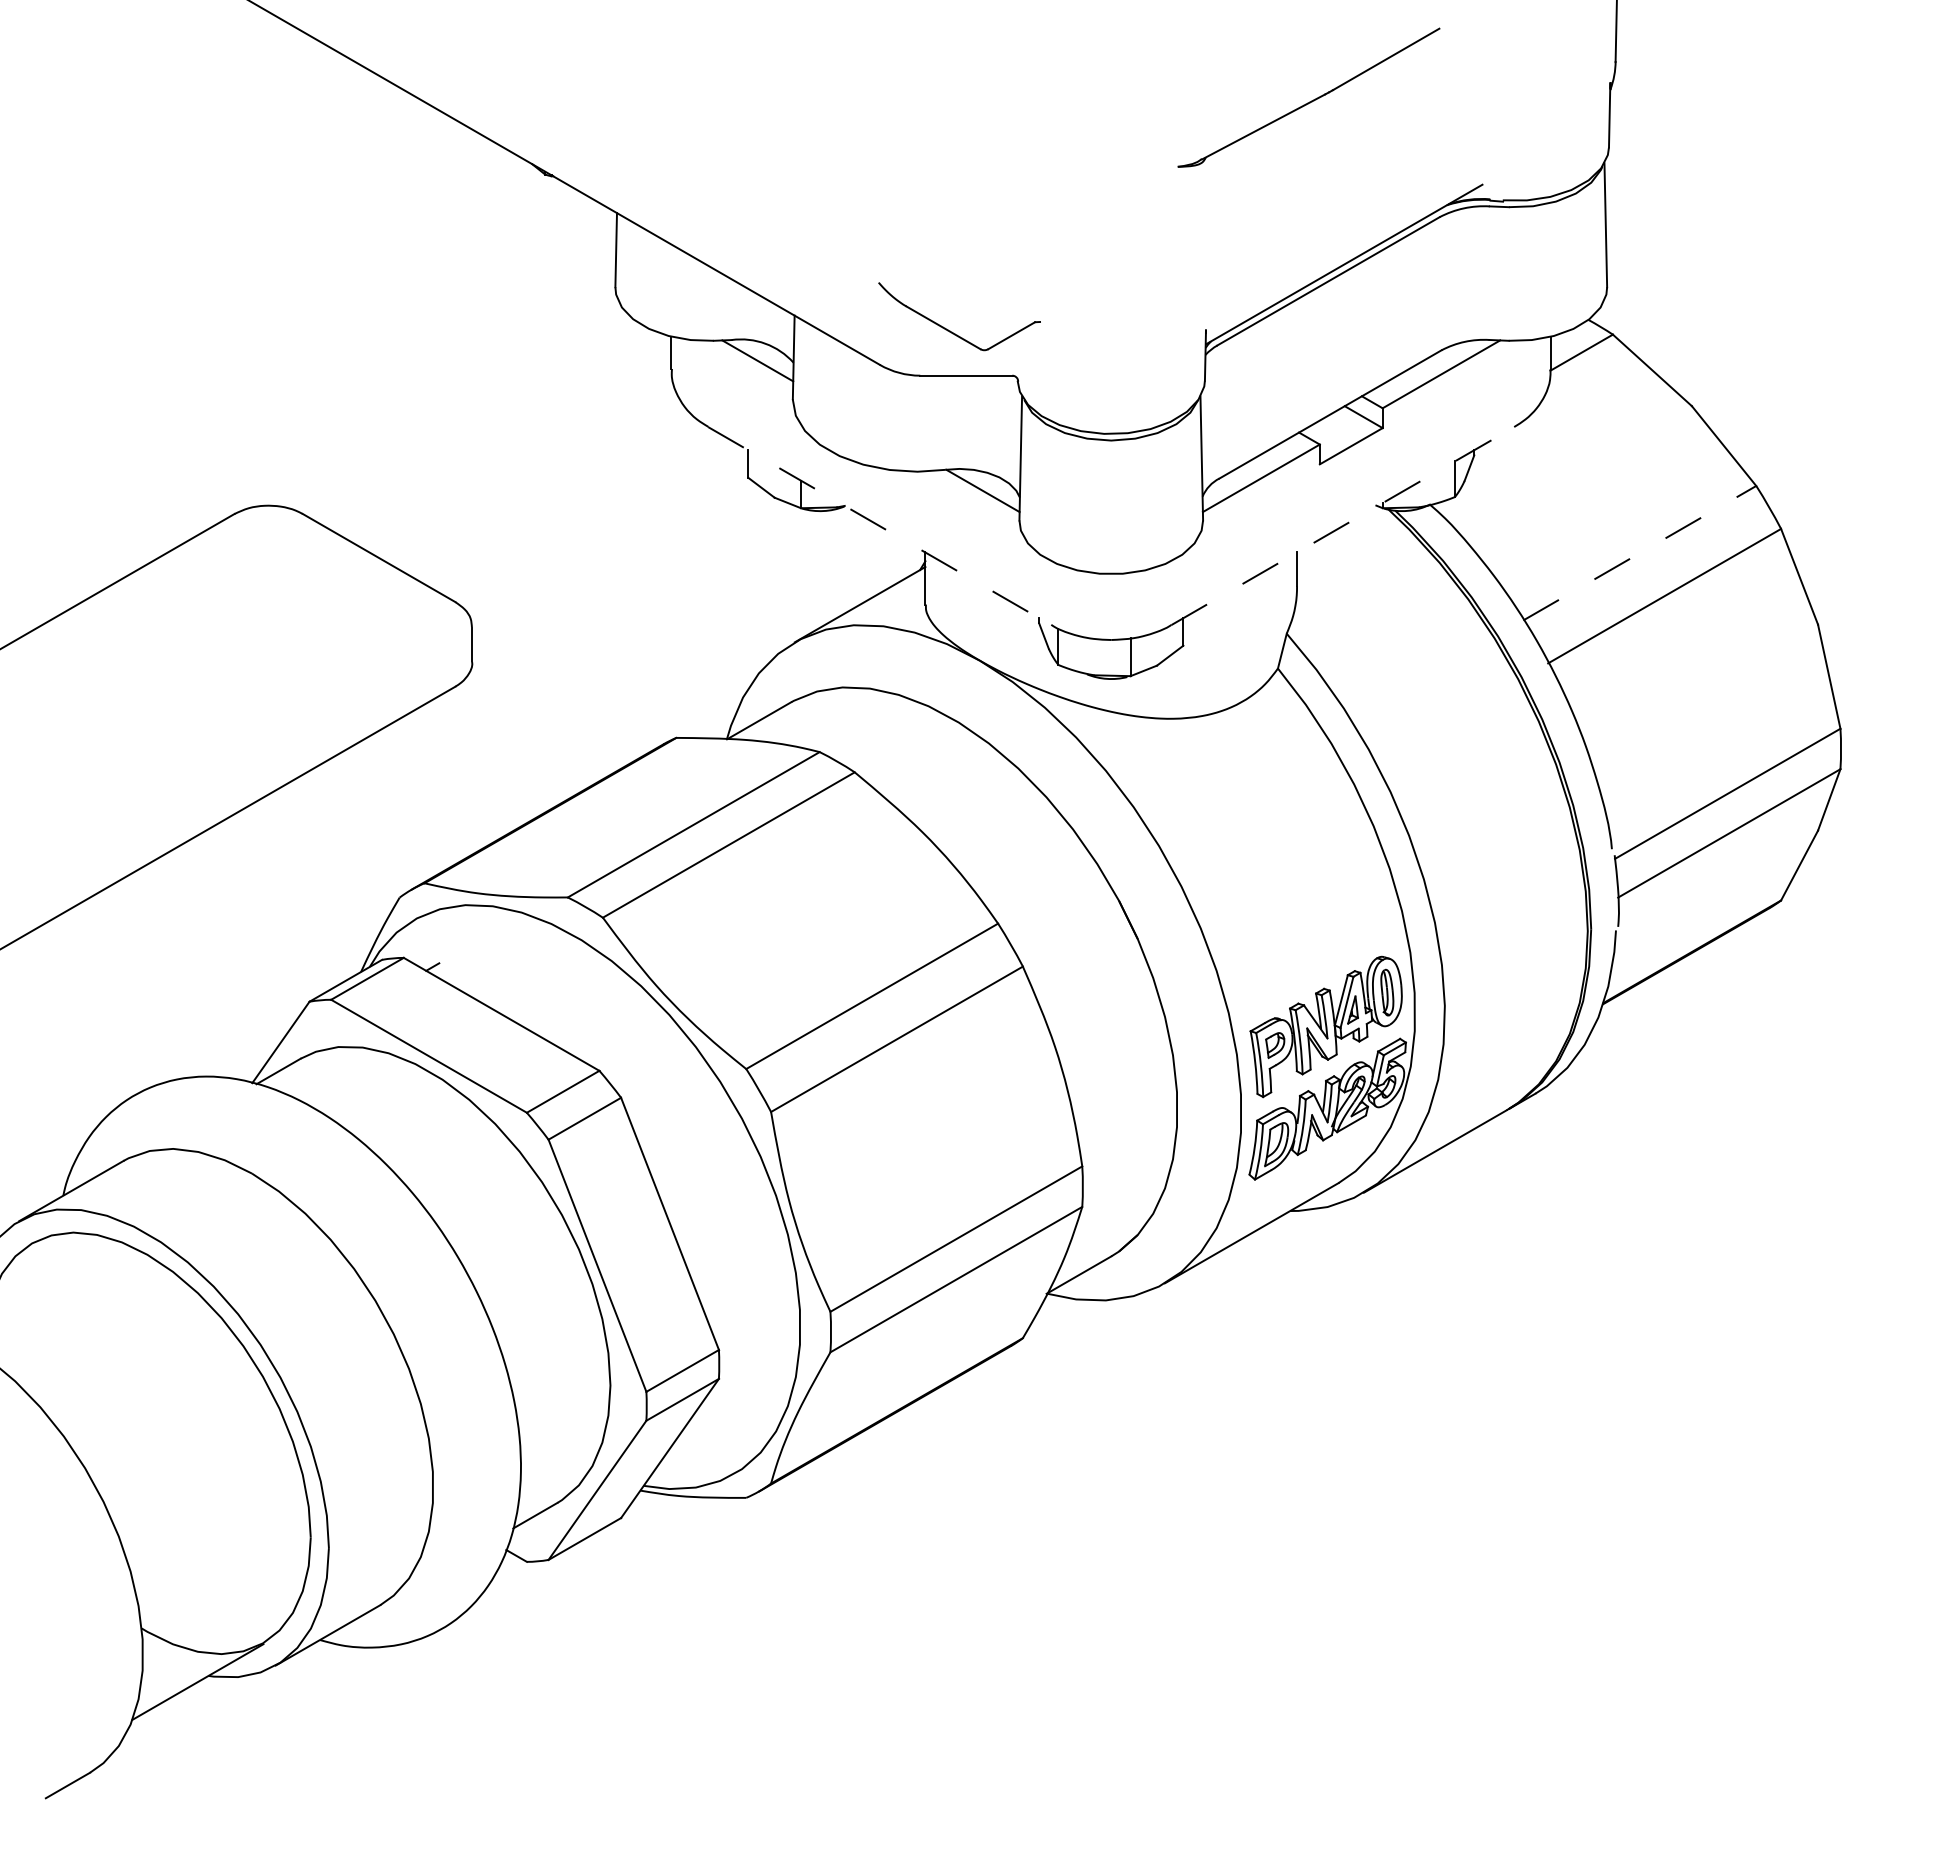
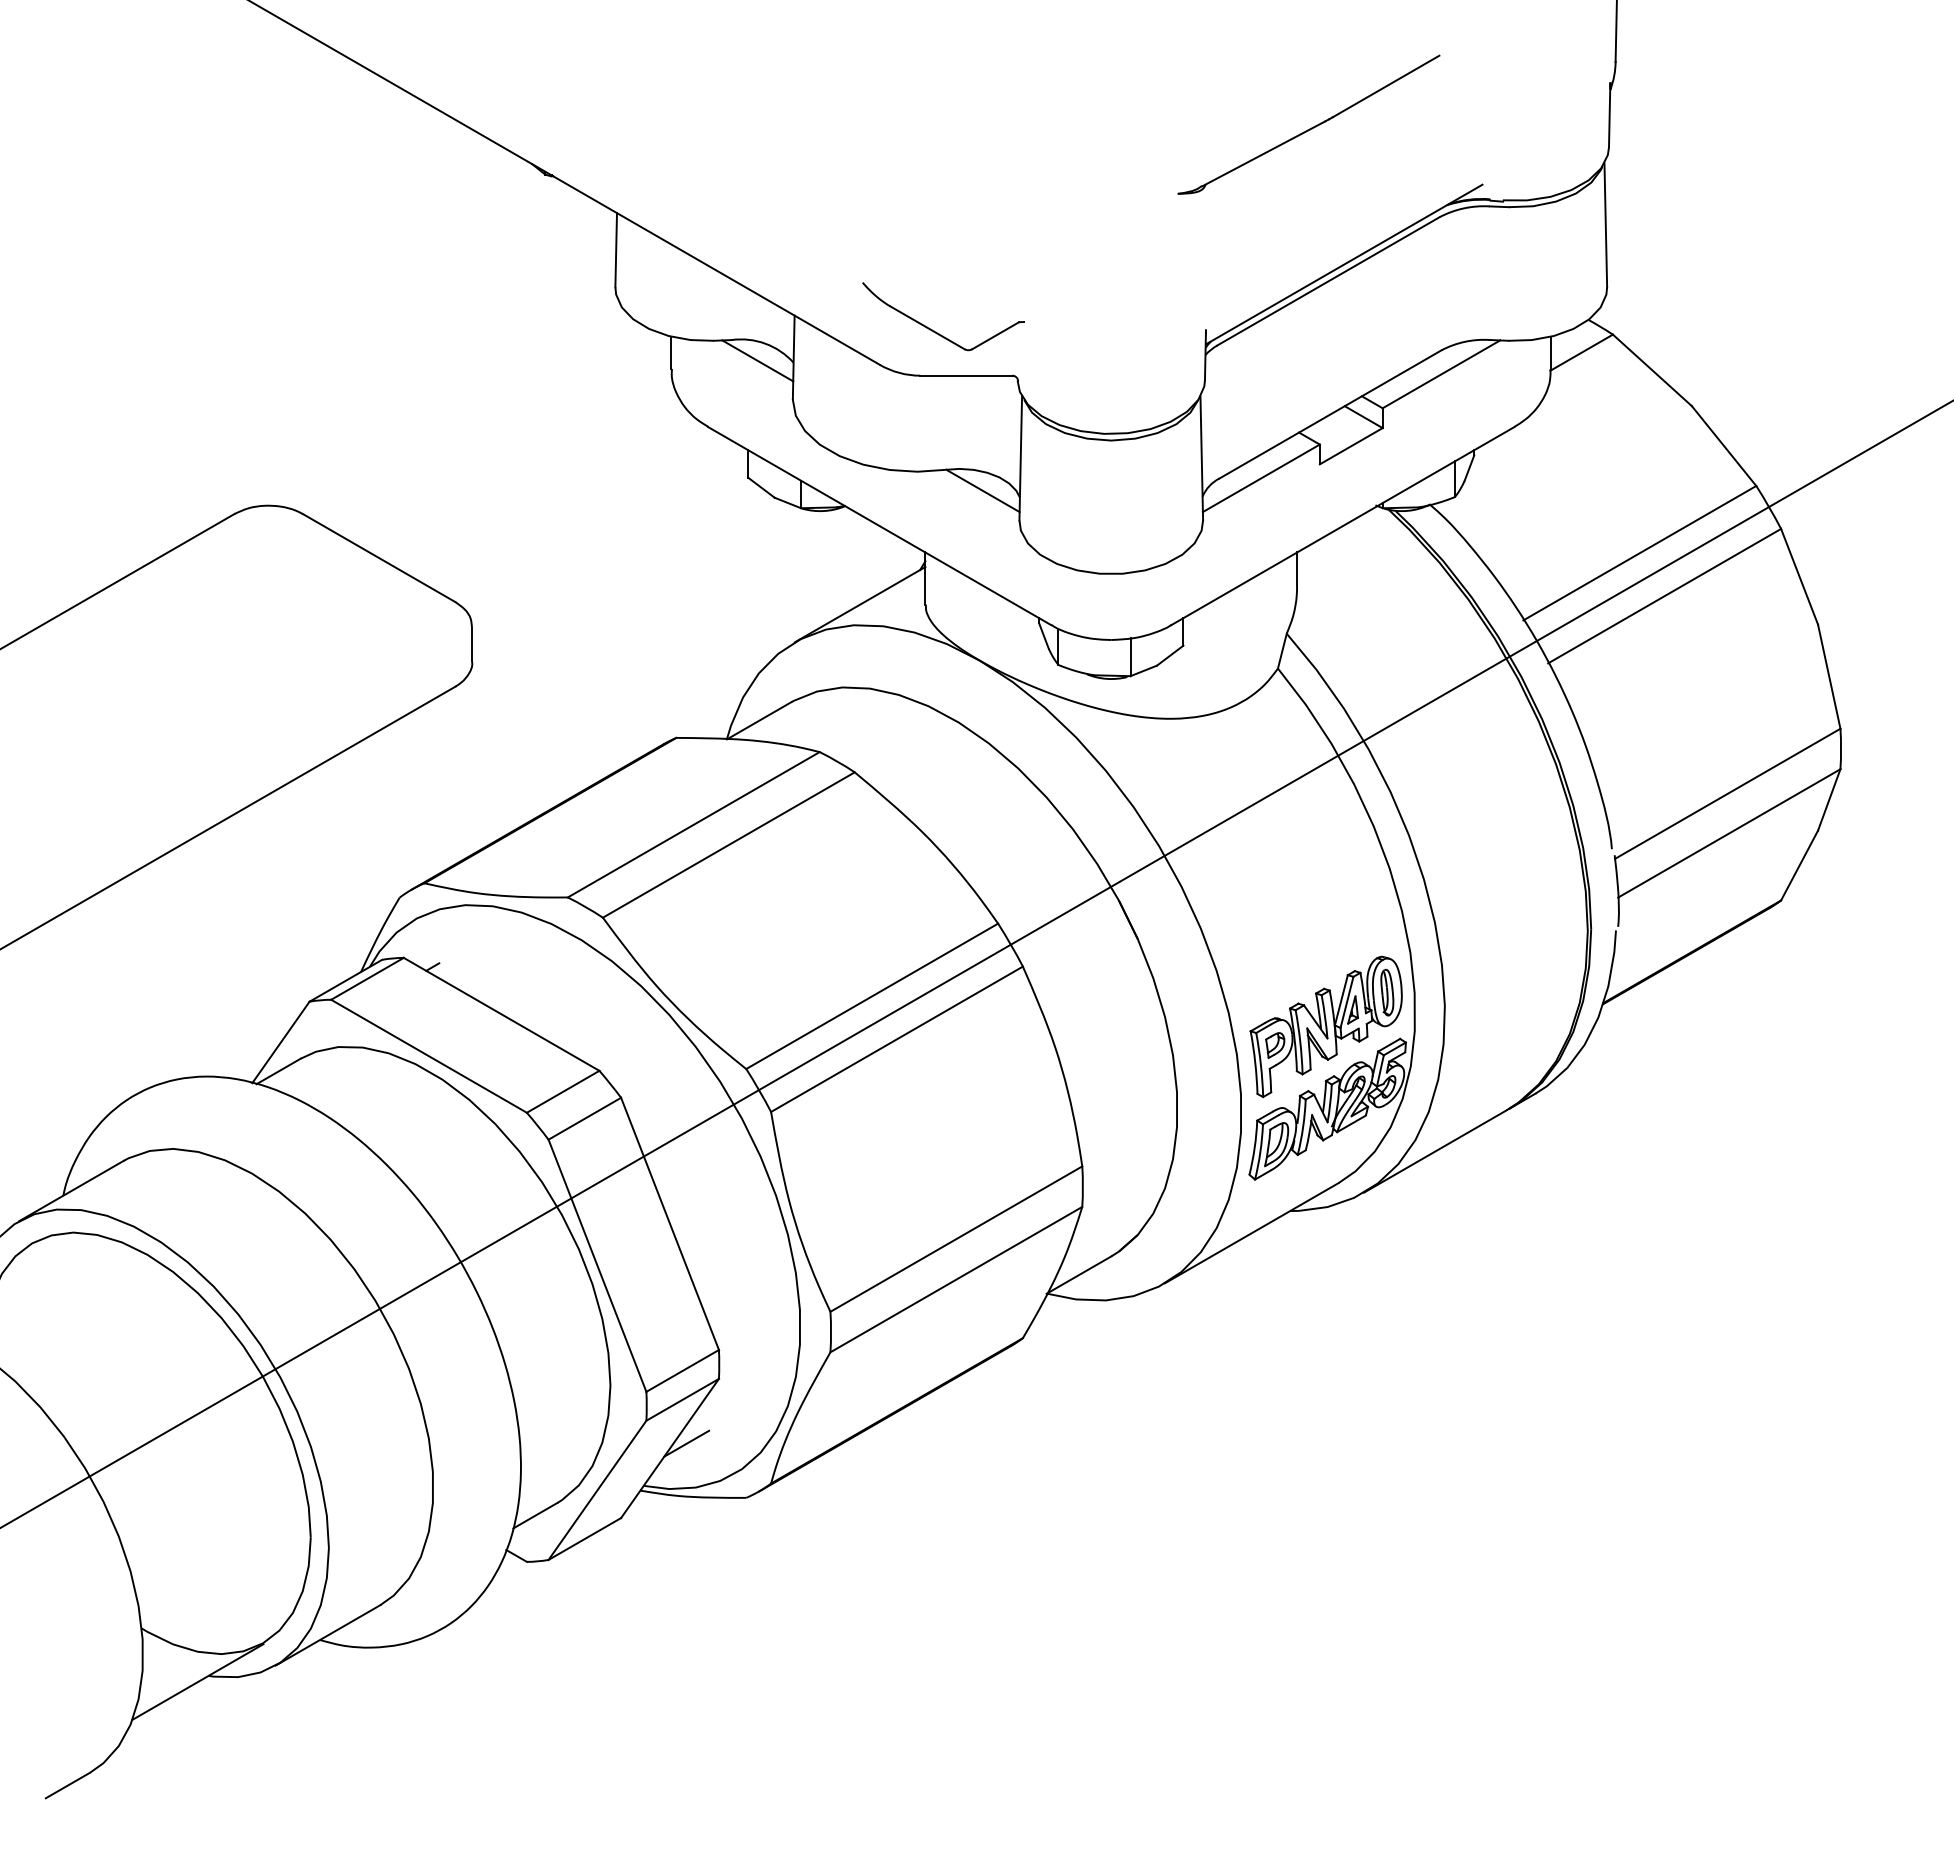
part at (1308, 97) position: (1308, 97) -> (1308, 124)
part at (952, 331) position: (952, 331) -> (936, 331)
line at (879, 526): dashed -> solid
line at (1342, 526): dashed -> solid
line at (1640, 552): dashed -> solid
line at (976, 964): none -> present
line at (686, 1443): none -> present
